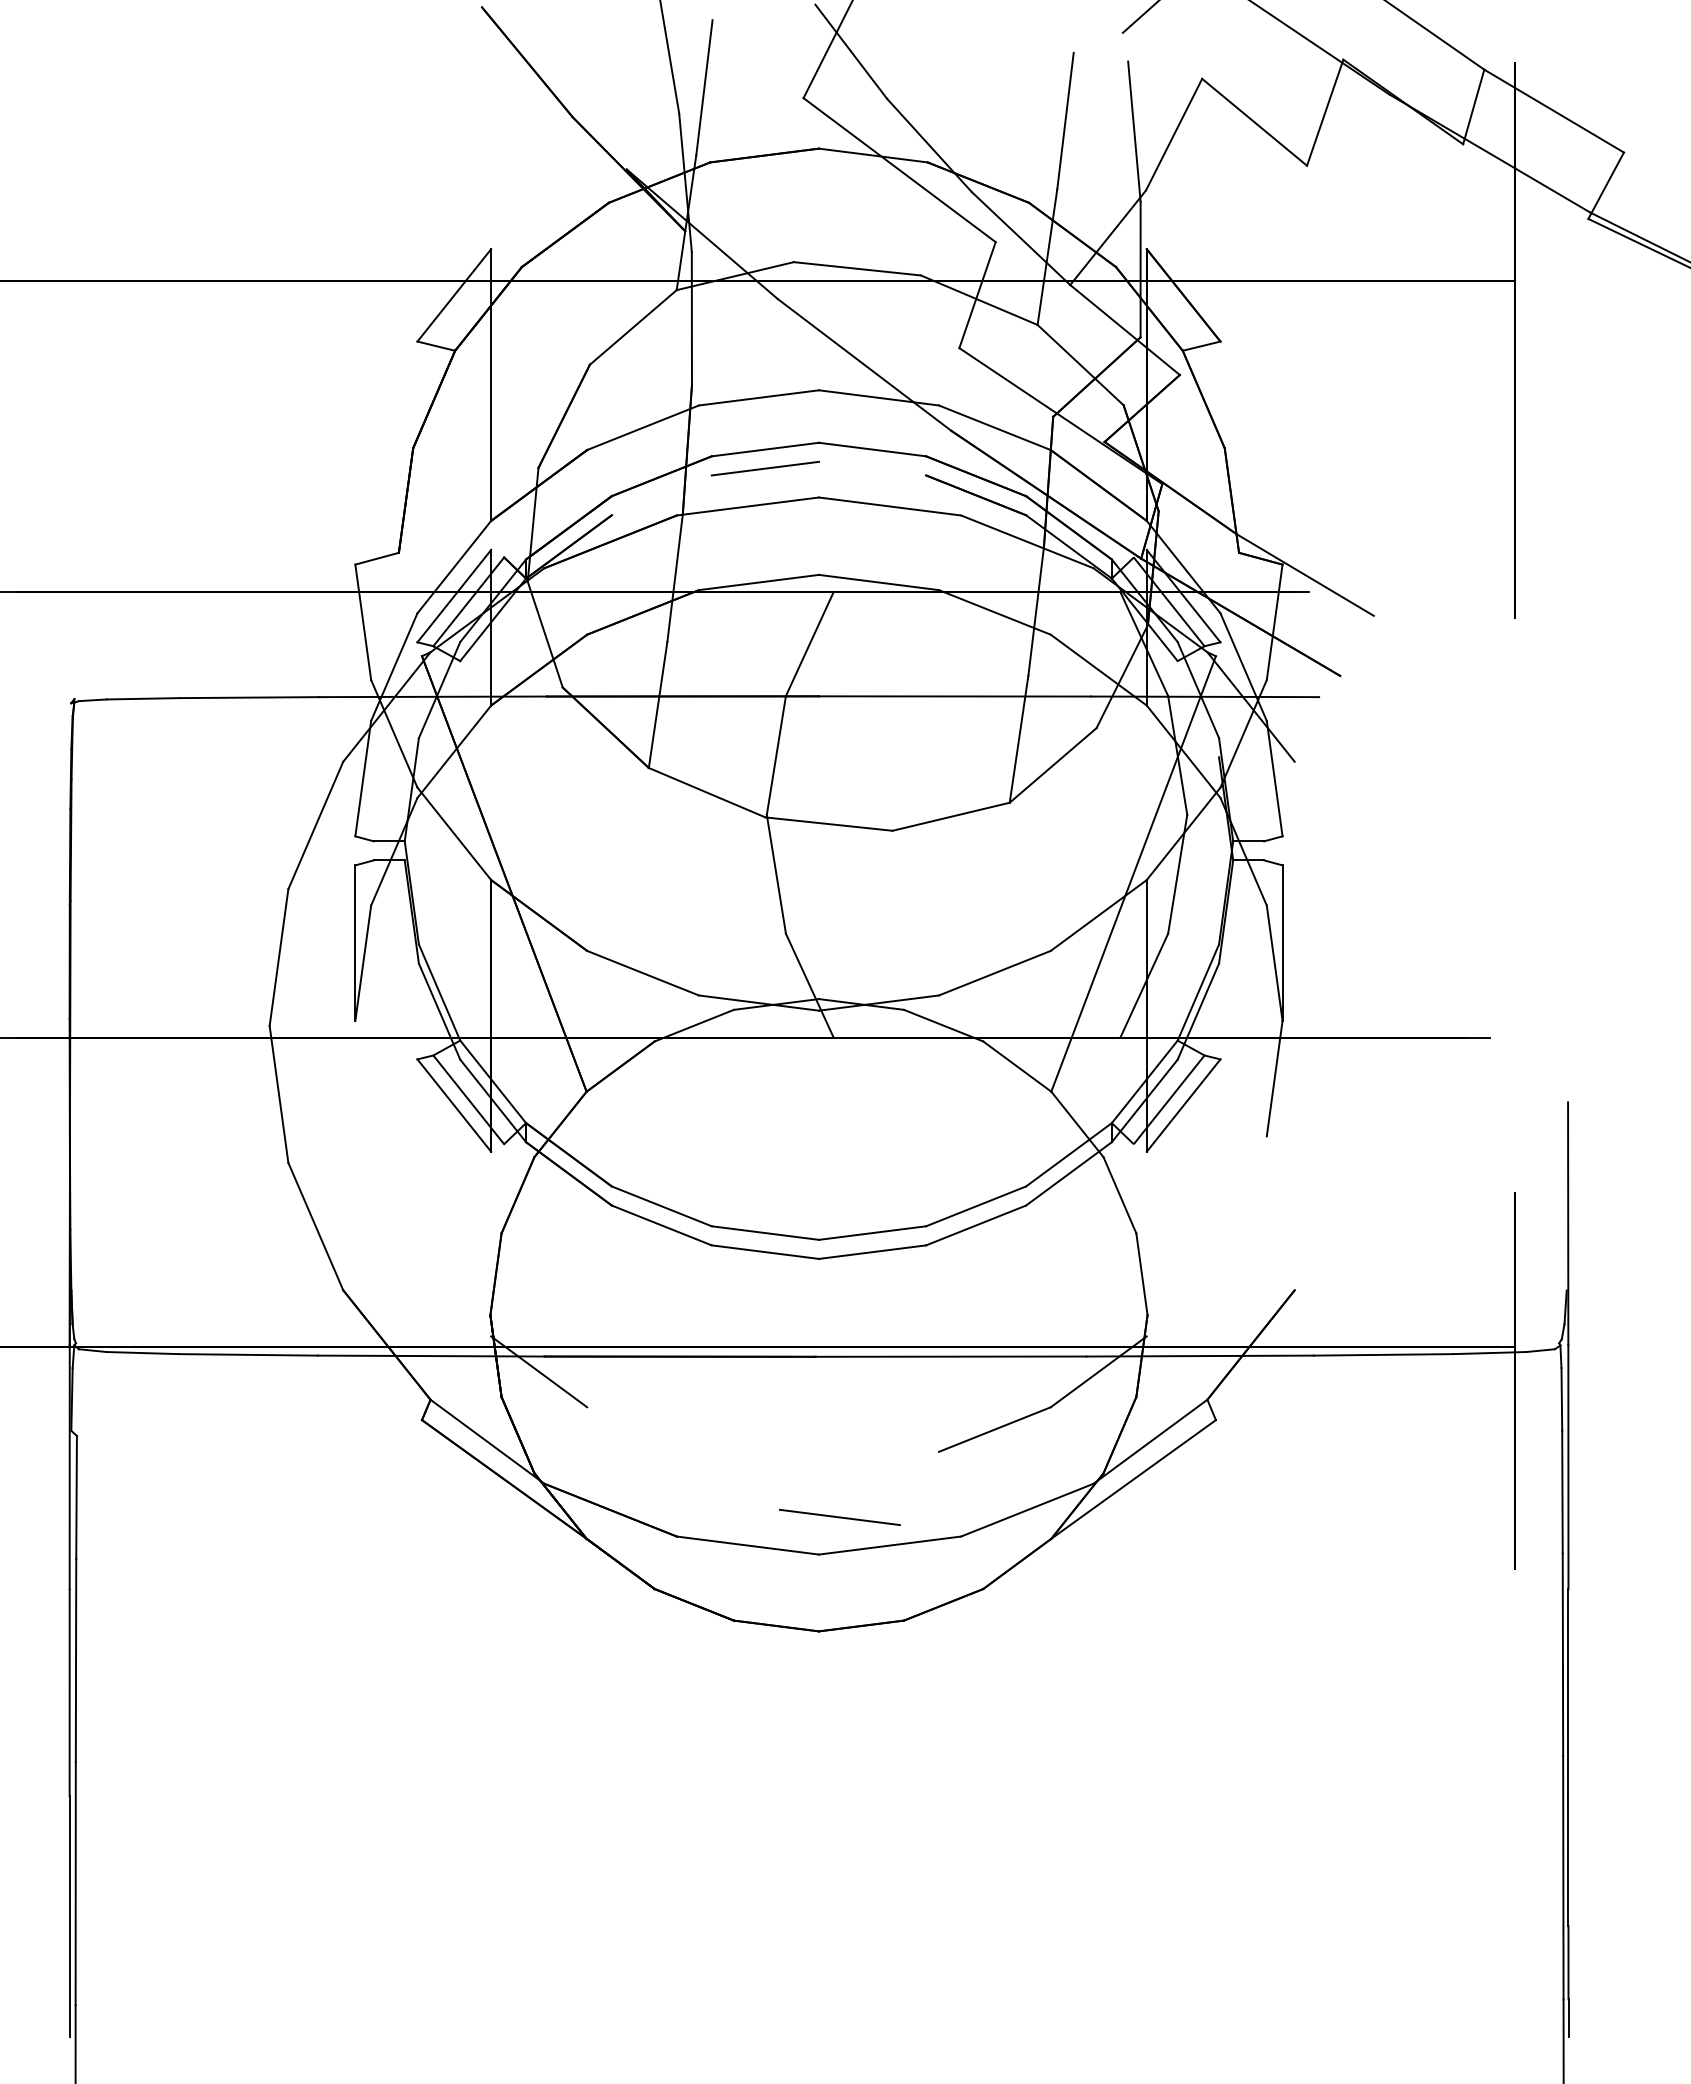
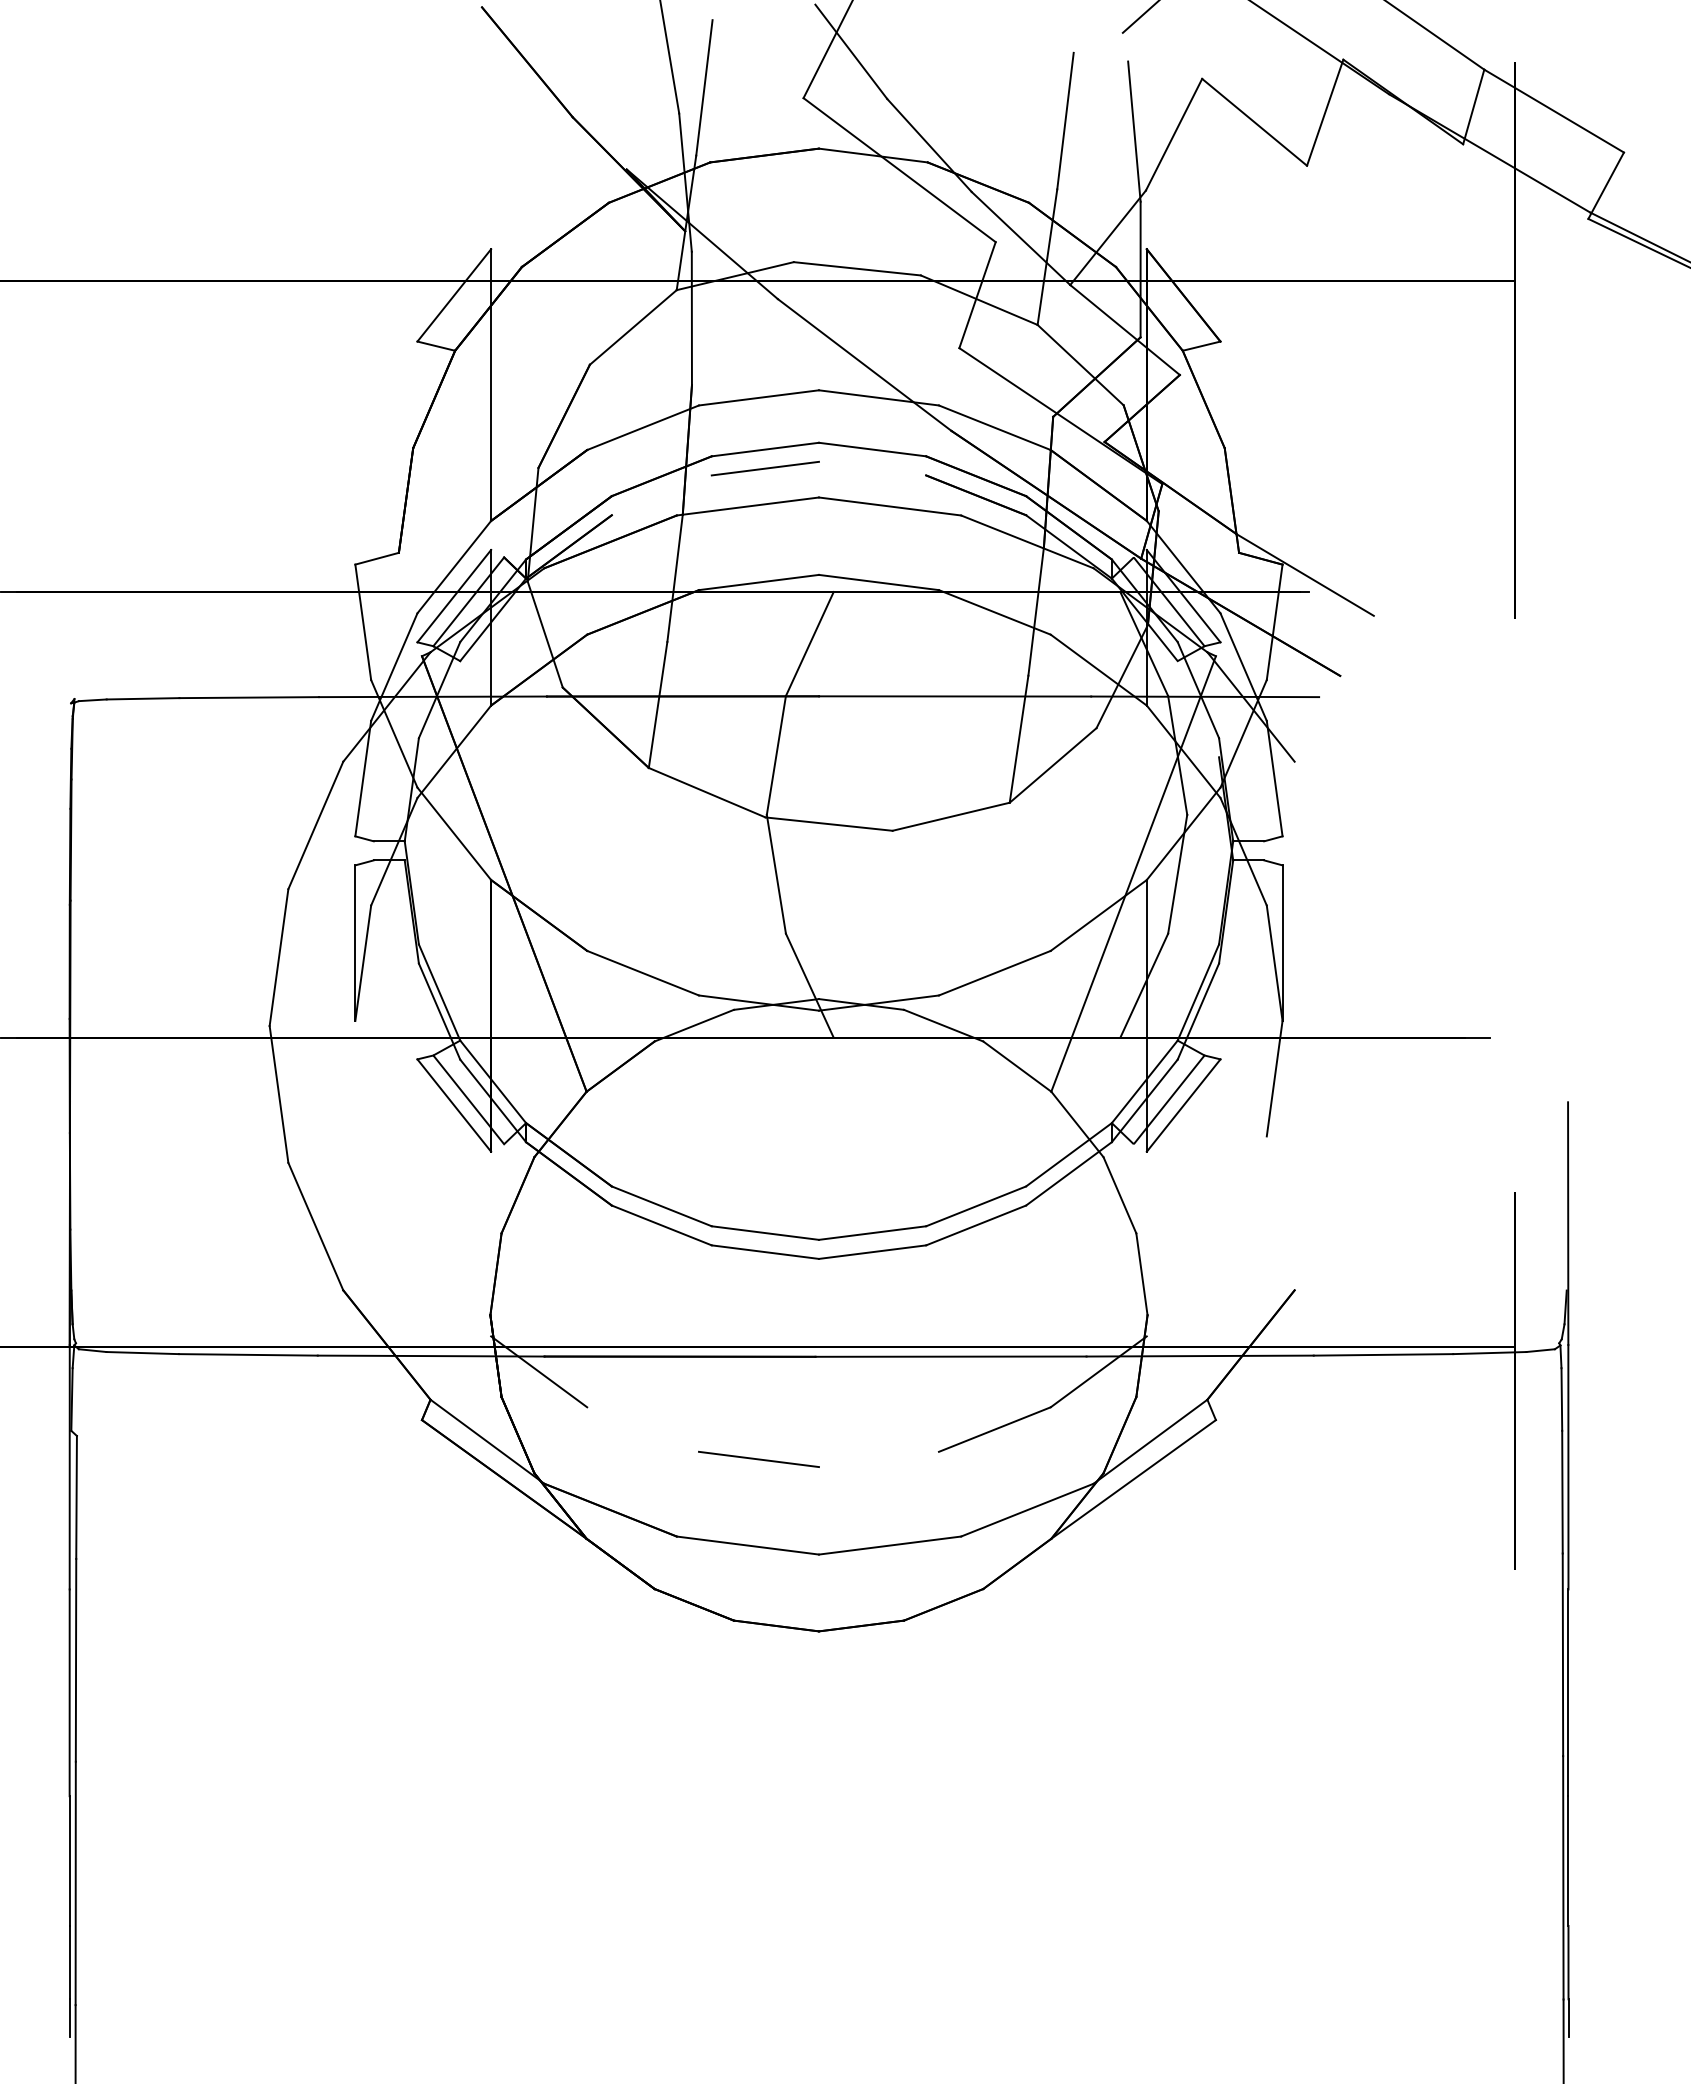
line at (839, 1516) position: (839, 1516) -> (758, 1458)
